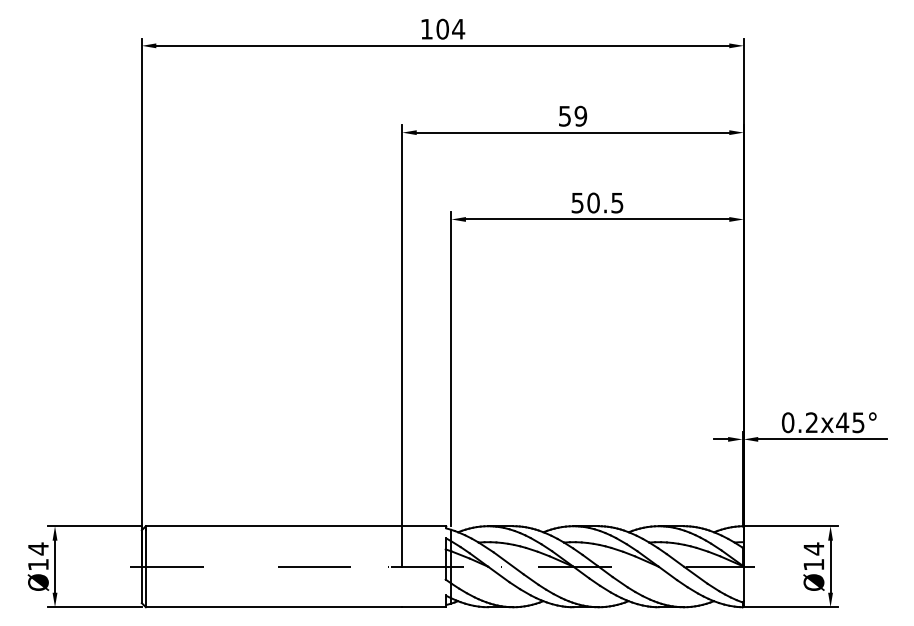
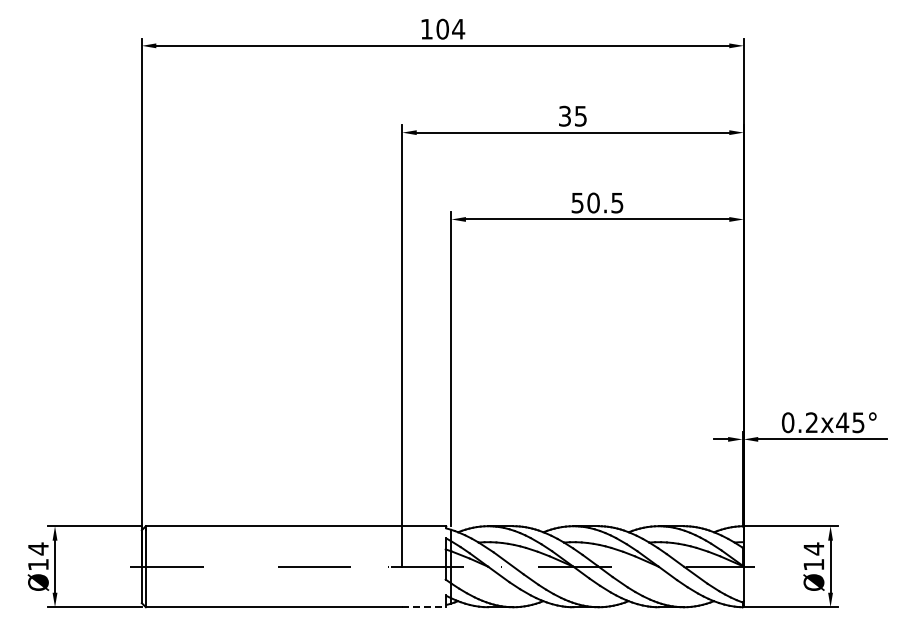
text at (573, 115): 59 -> 35
line at (423, 607): solid -> dashed
